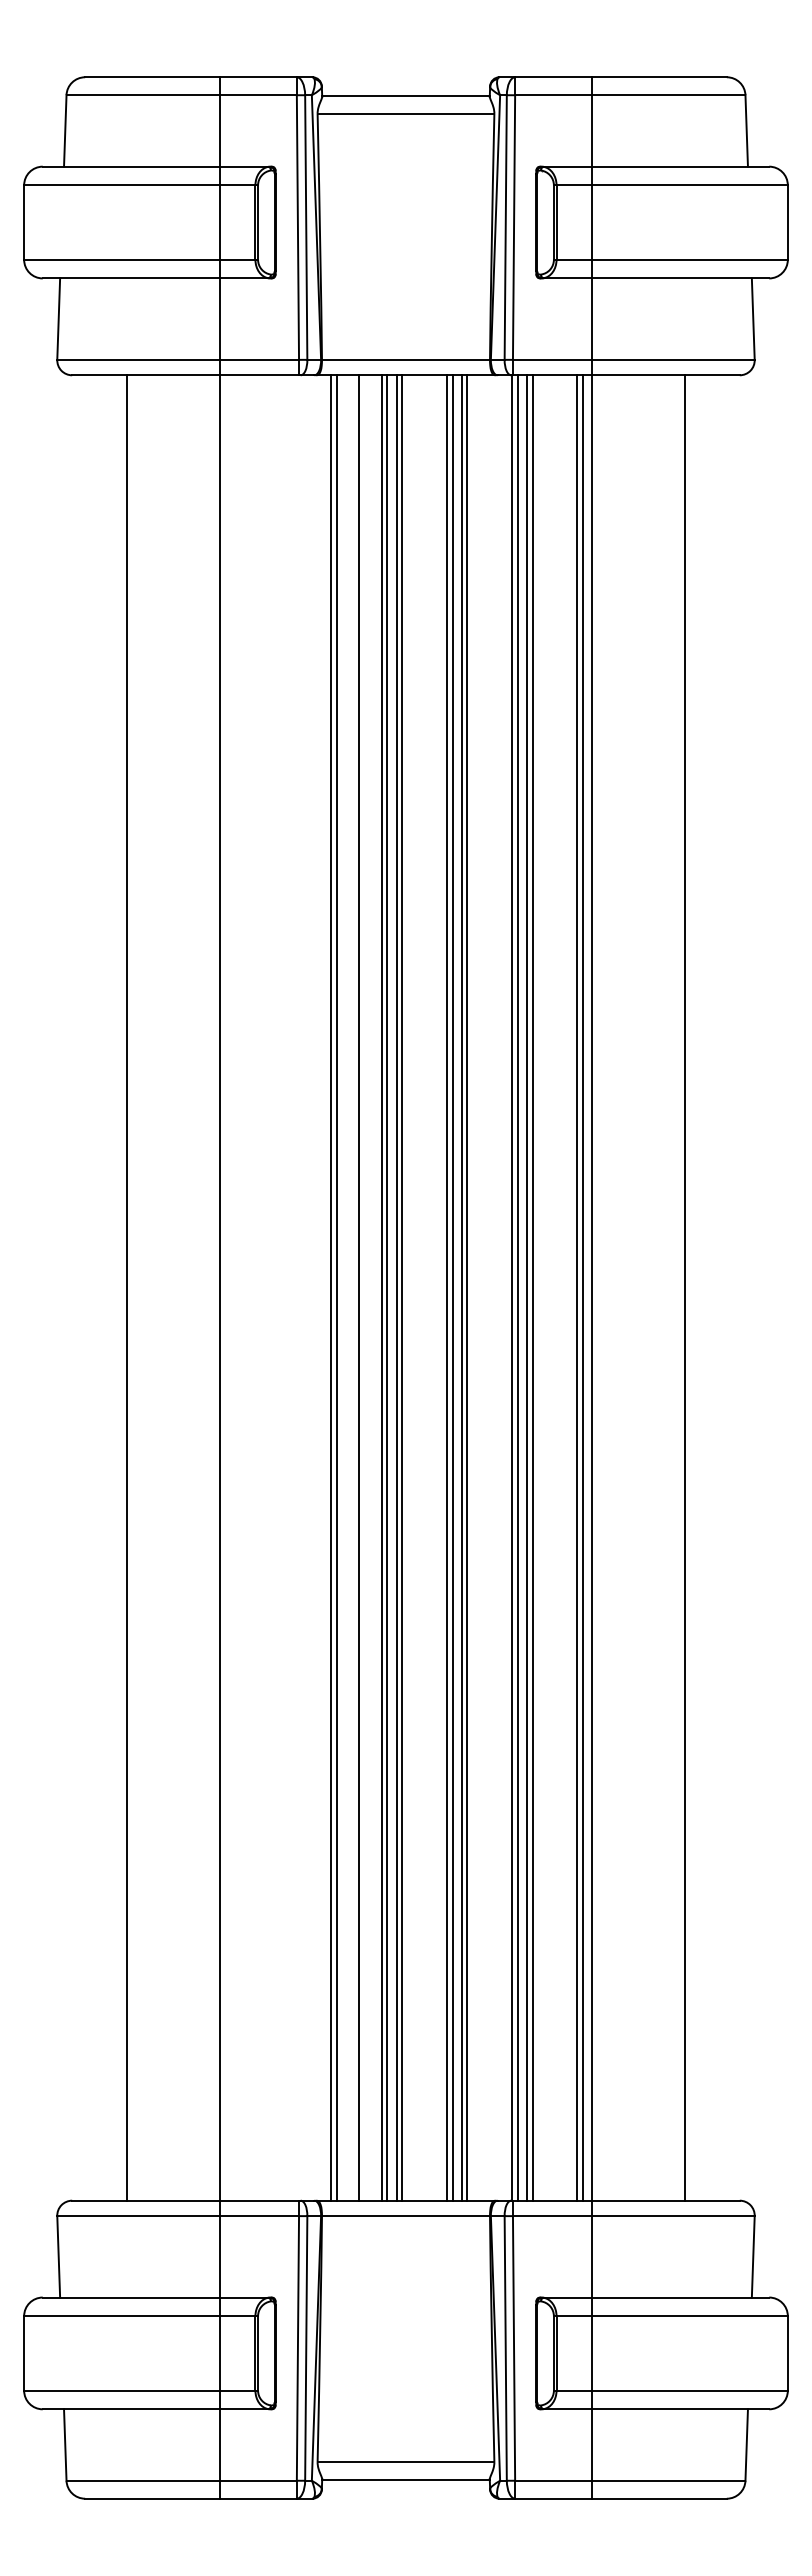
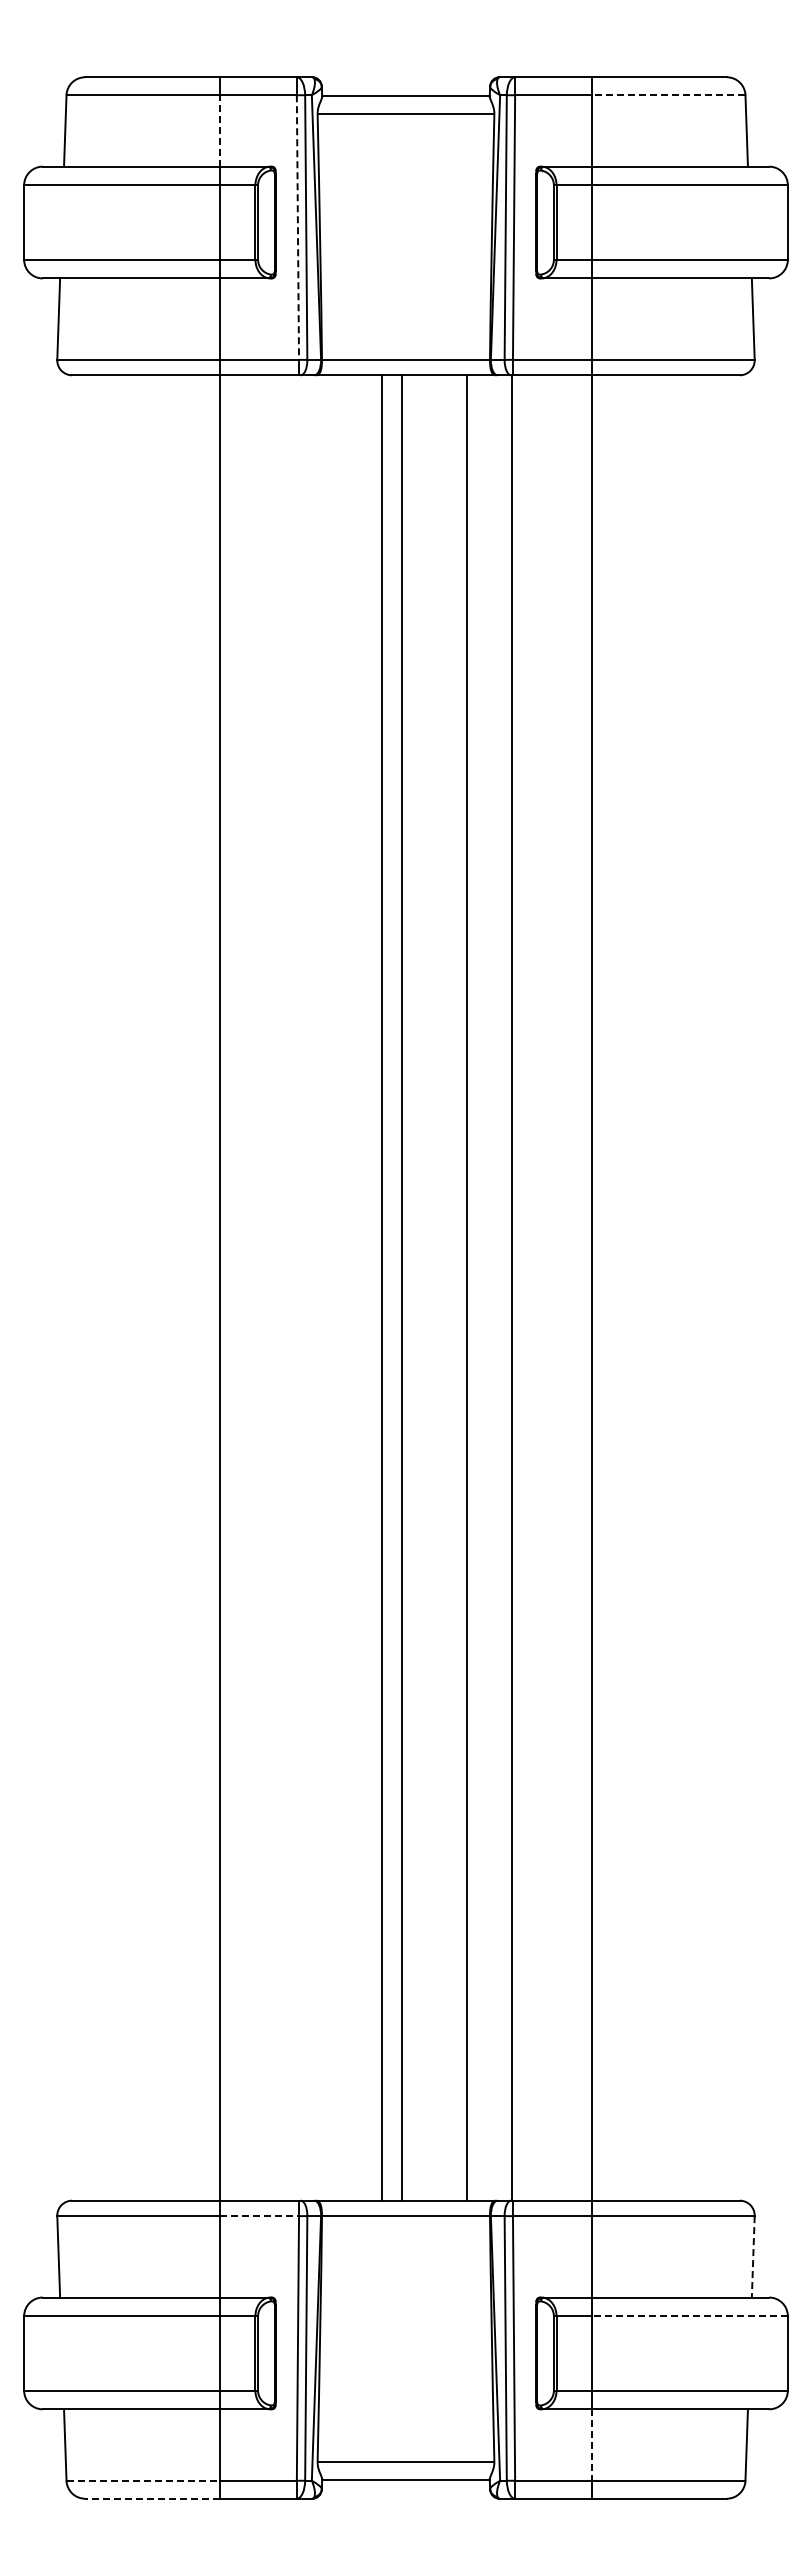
line at (668, 95): solid -> dashed
line at (219, 130): solid -> dashed
line at (297, 228): solid -> dashed
line at (126, 1287): present -> none
line at (331, 1287): present -> none
line at (337, 1287): present -> none
line at (359, 1287): present -> none
line at (387, 1287): present -> none
line at (396, 1287): present -> none
line at (446, 1287): present -> none
line at (452, 1287): present -> none
line at (461, 1287): present -> none
line at (517, 1287): present -> none
line at (527, 1287): present -> none
line at (532, 1287): present -> none
line at (577, 1287): present -> none
line at (582, 1287): present -> none
line at (685, 1287): present -> none
line at (259, 2216): solid -> dashed
line at (753, 2256): solid -> dashed
line at (690, 2316): solid -> dashed
line at (592, 2445): solid -> dashed
line at (143, 2480): solid -> dashed
line at (151, 2498): solid -> dashed
